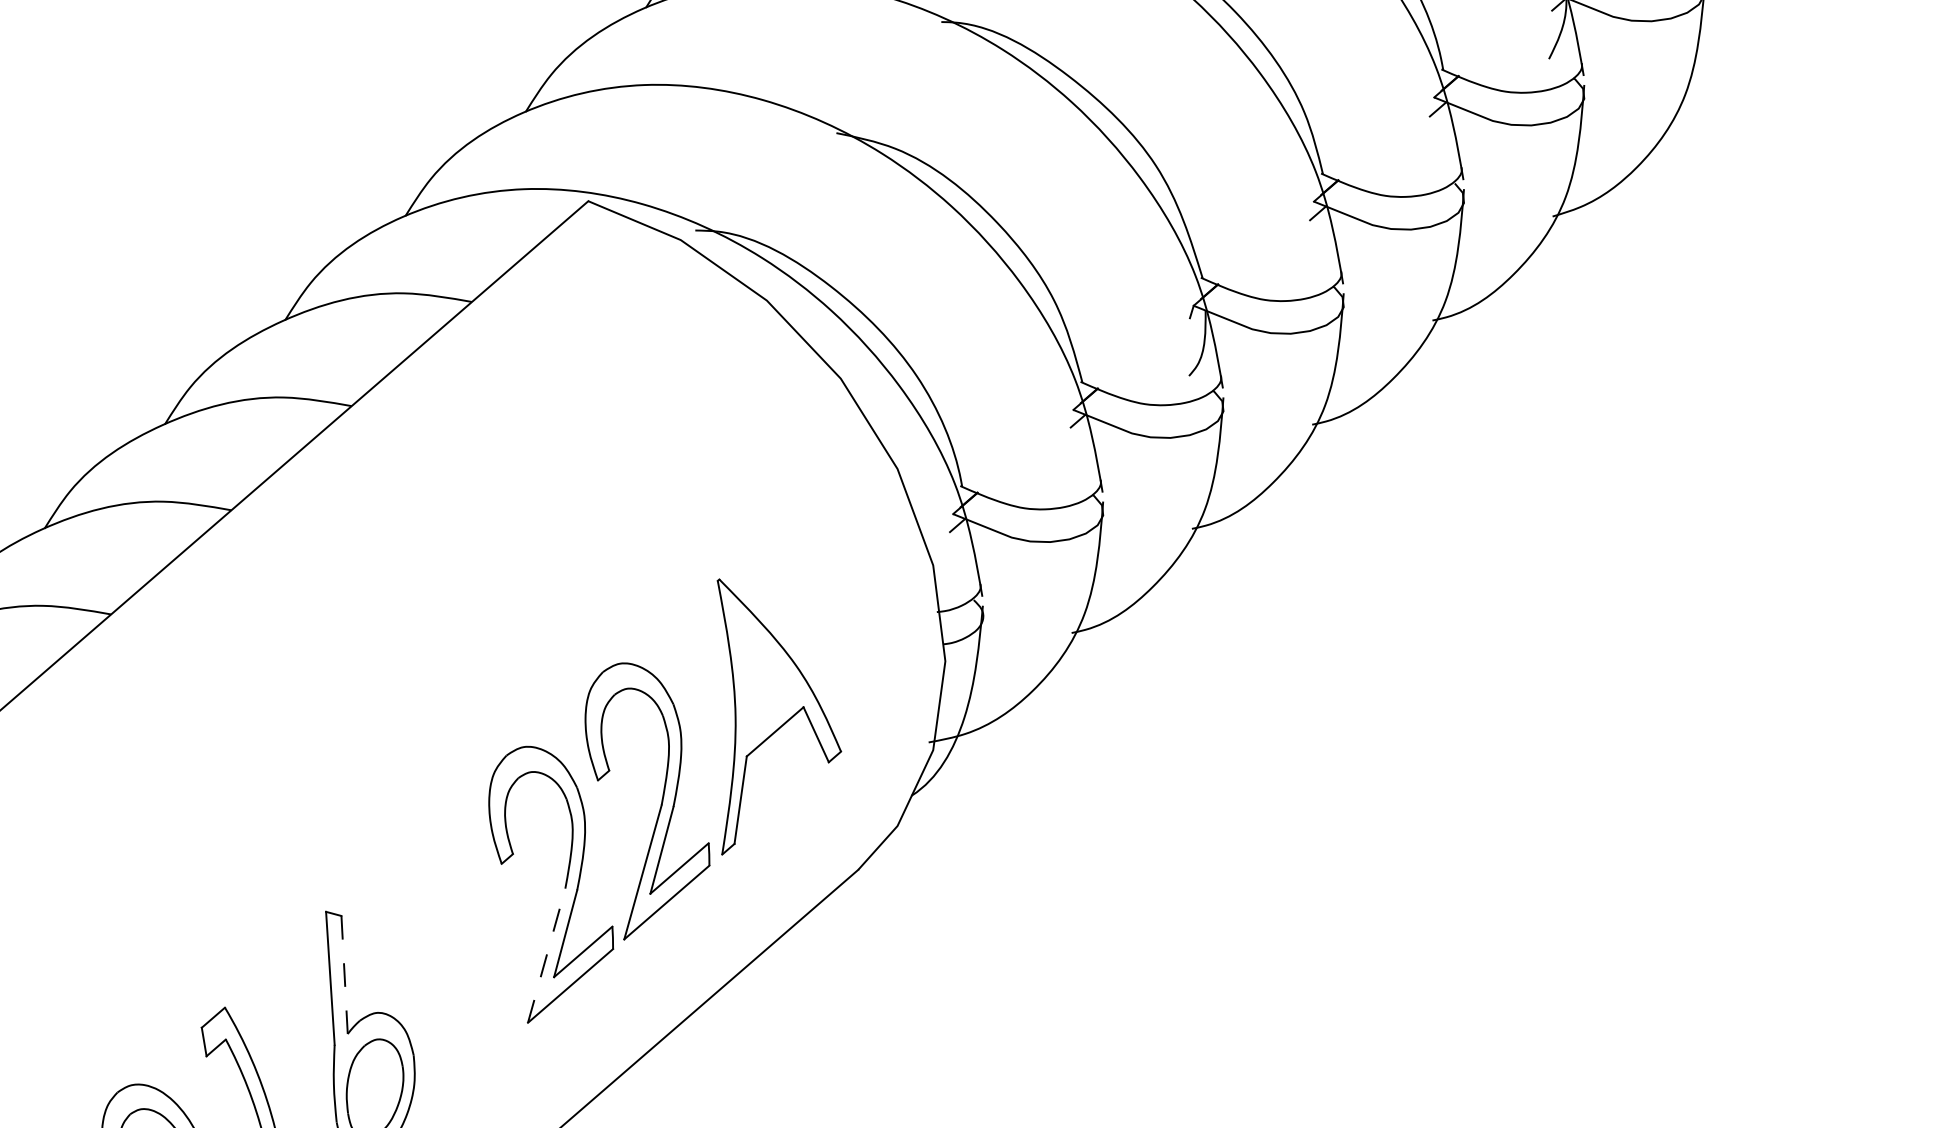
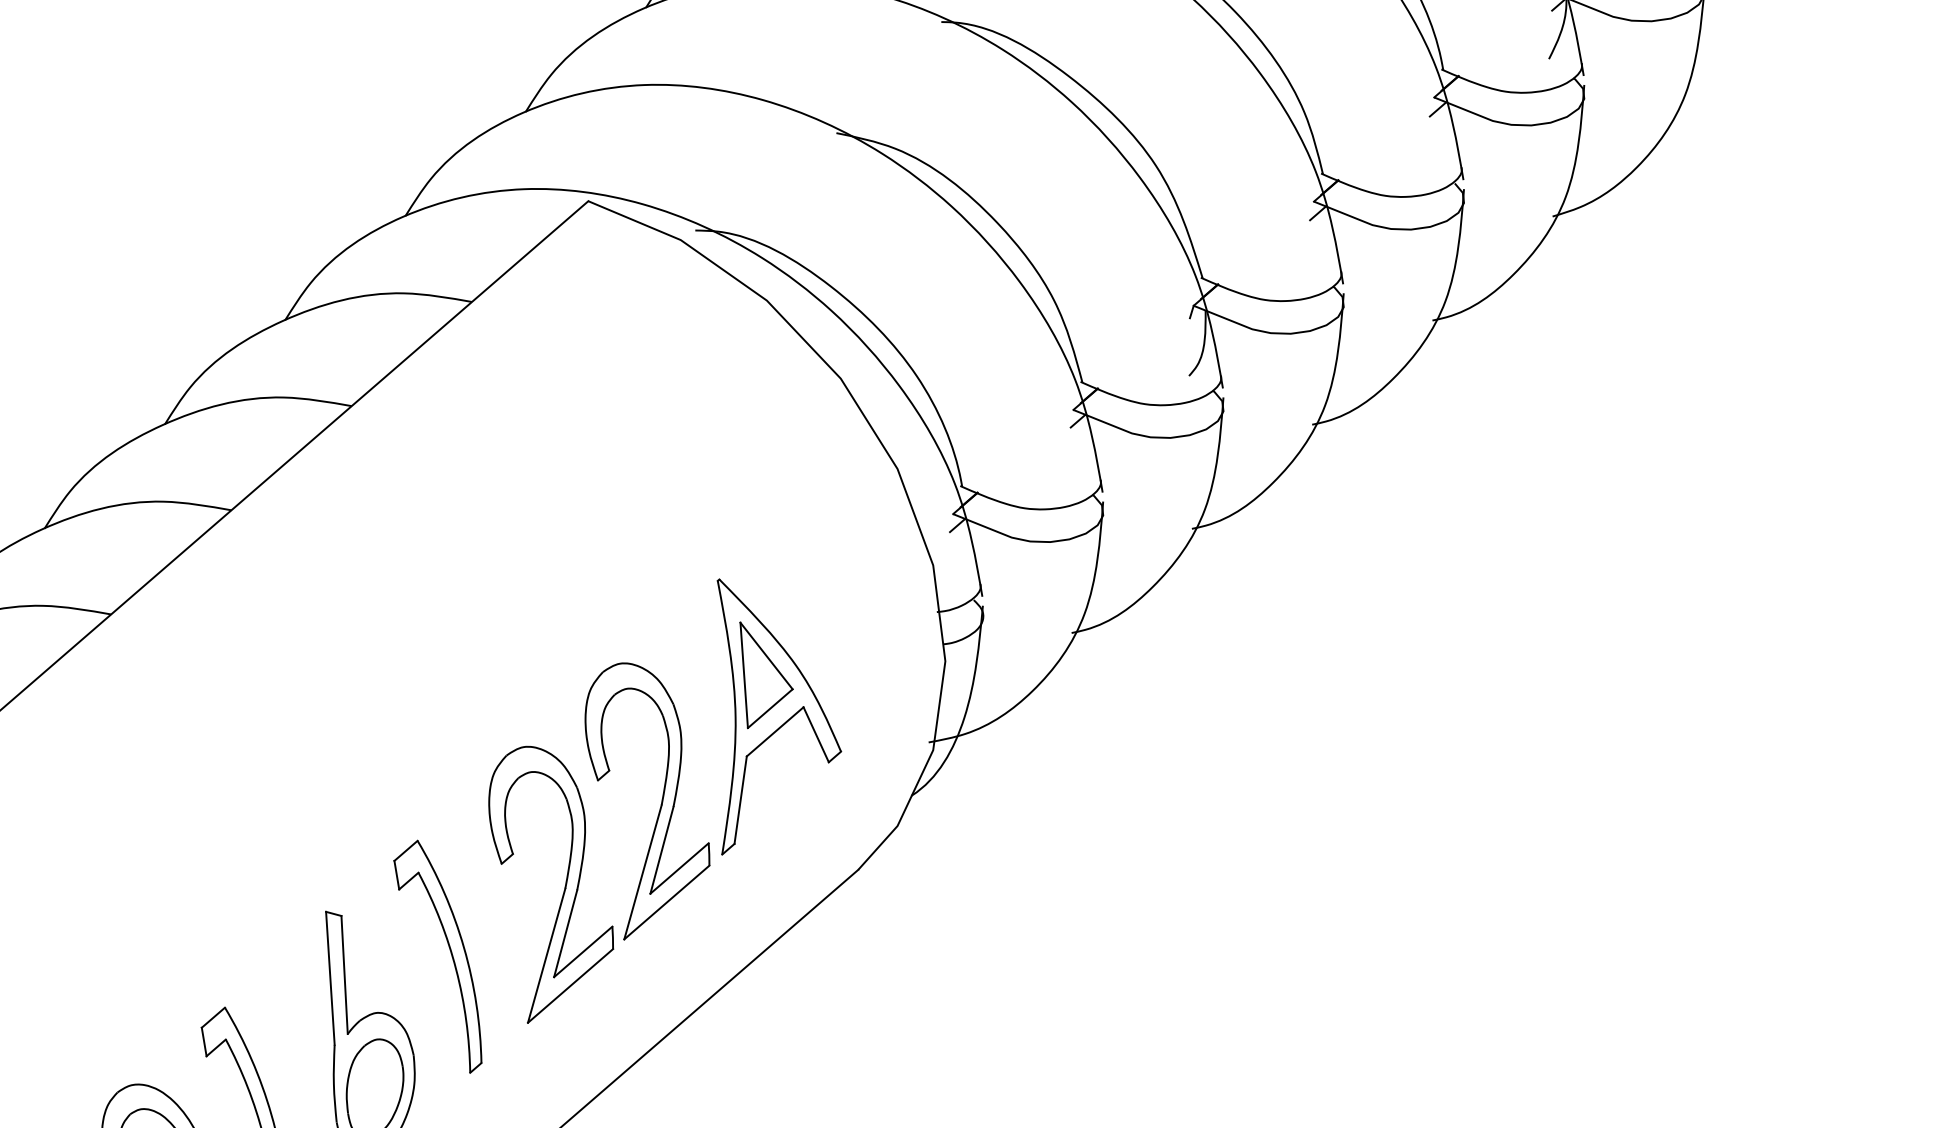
part at (766, 675): none -> present
part at (450, 953): none -> present
line at (546, 955): dashed -> solid
line at (344, 975): dashed -> solid
